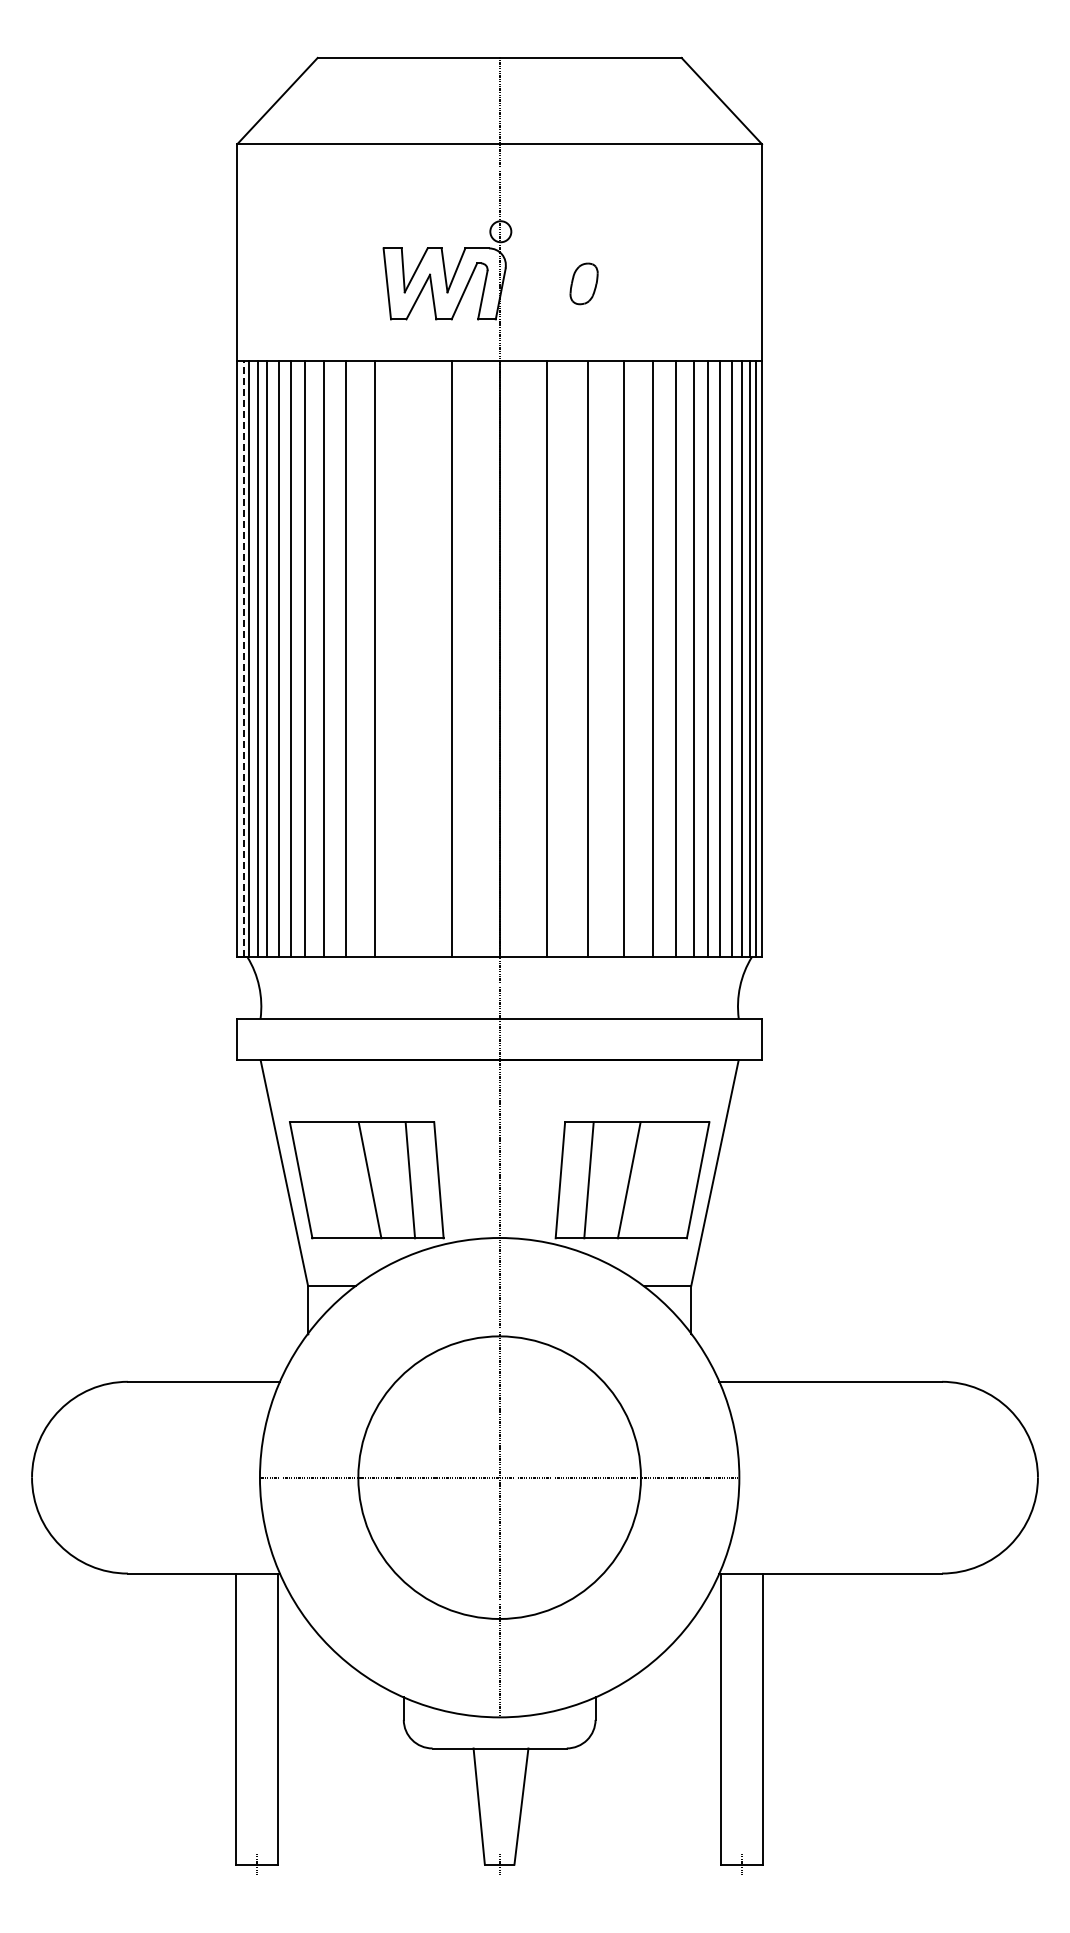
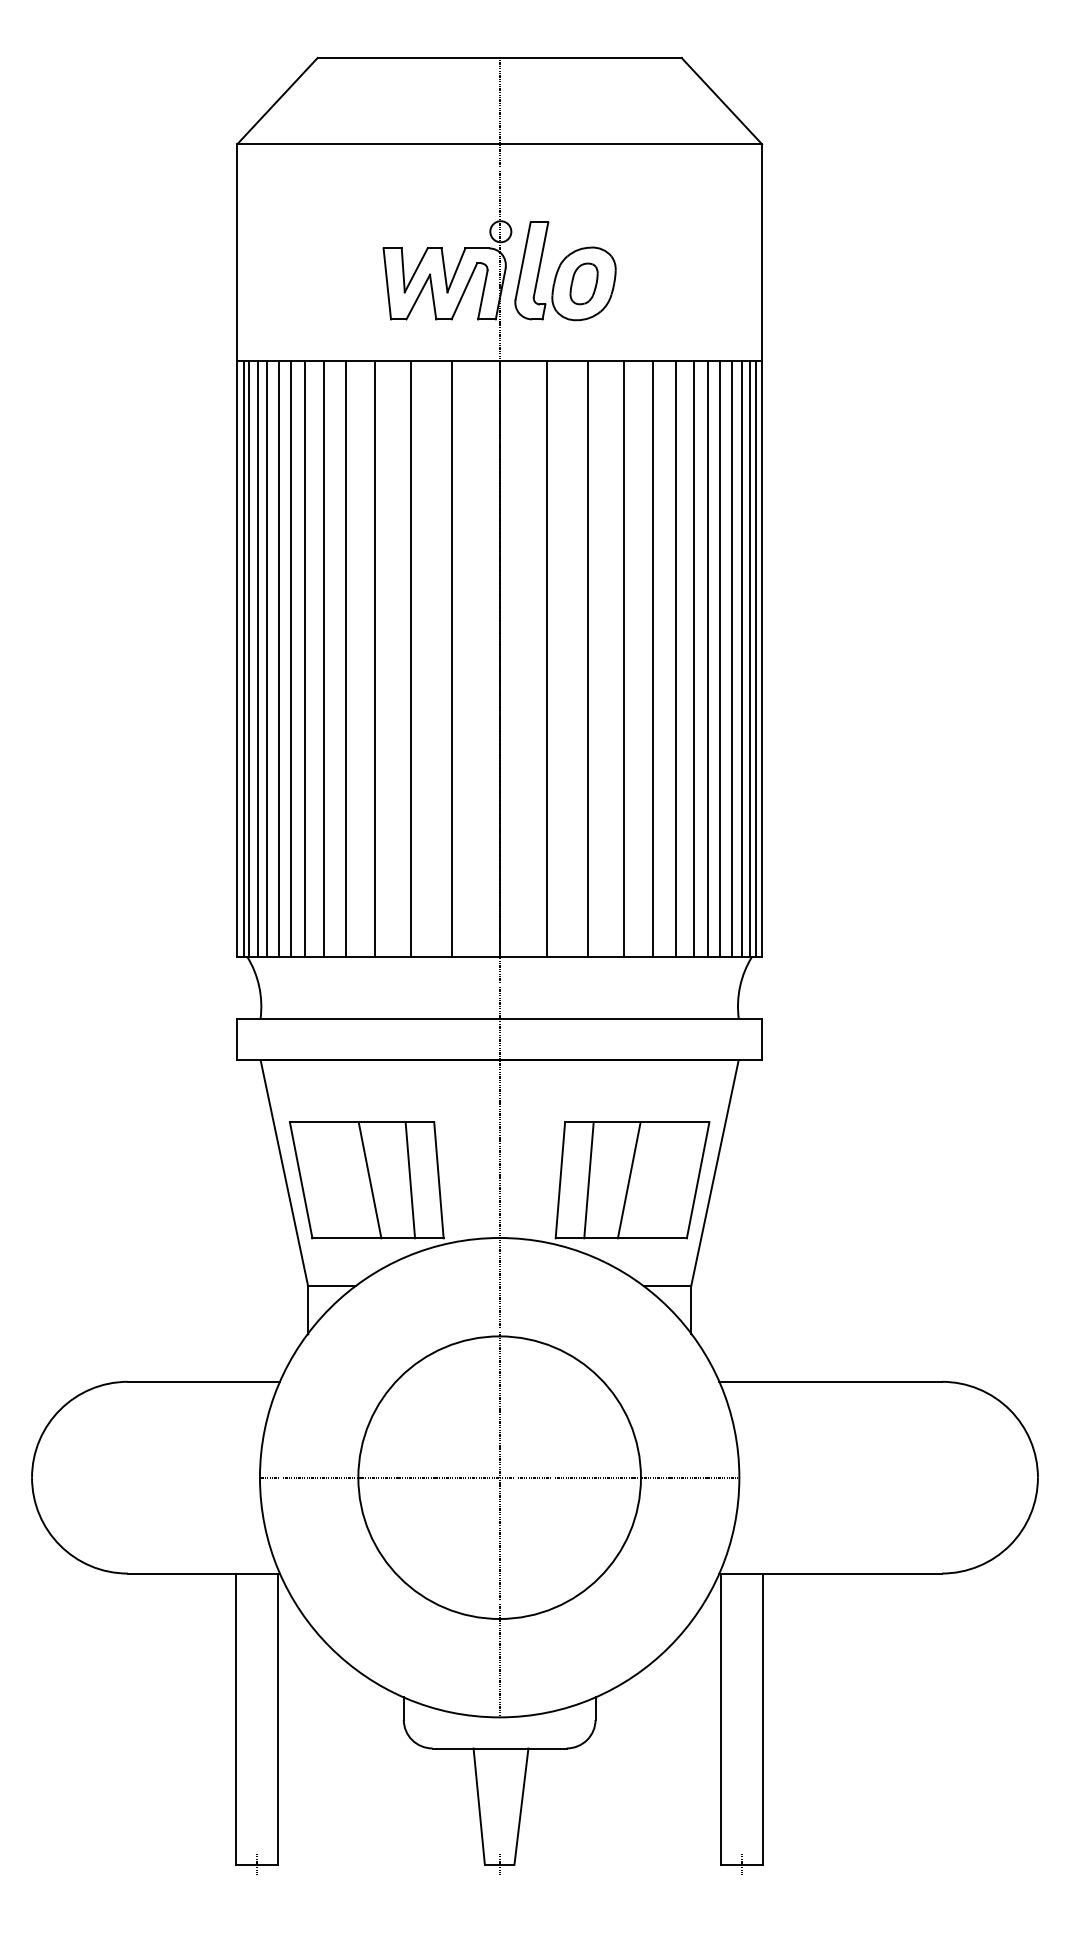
part at (565, 271): none -> present
line at (243, 659): dashed -> solid
line at (411, 659): none -> present
